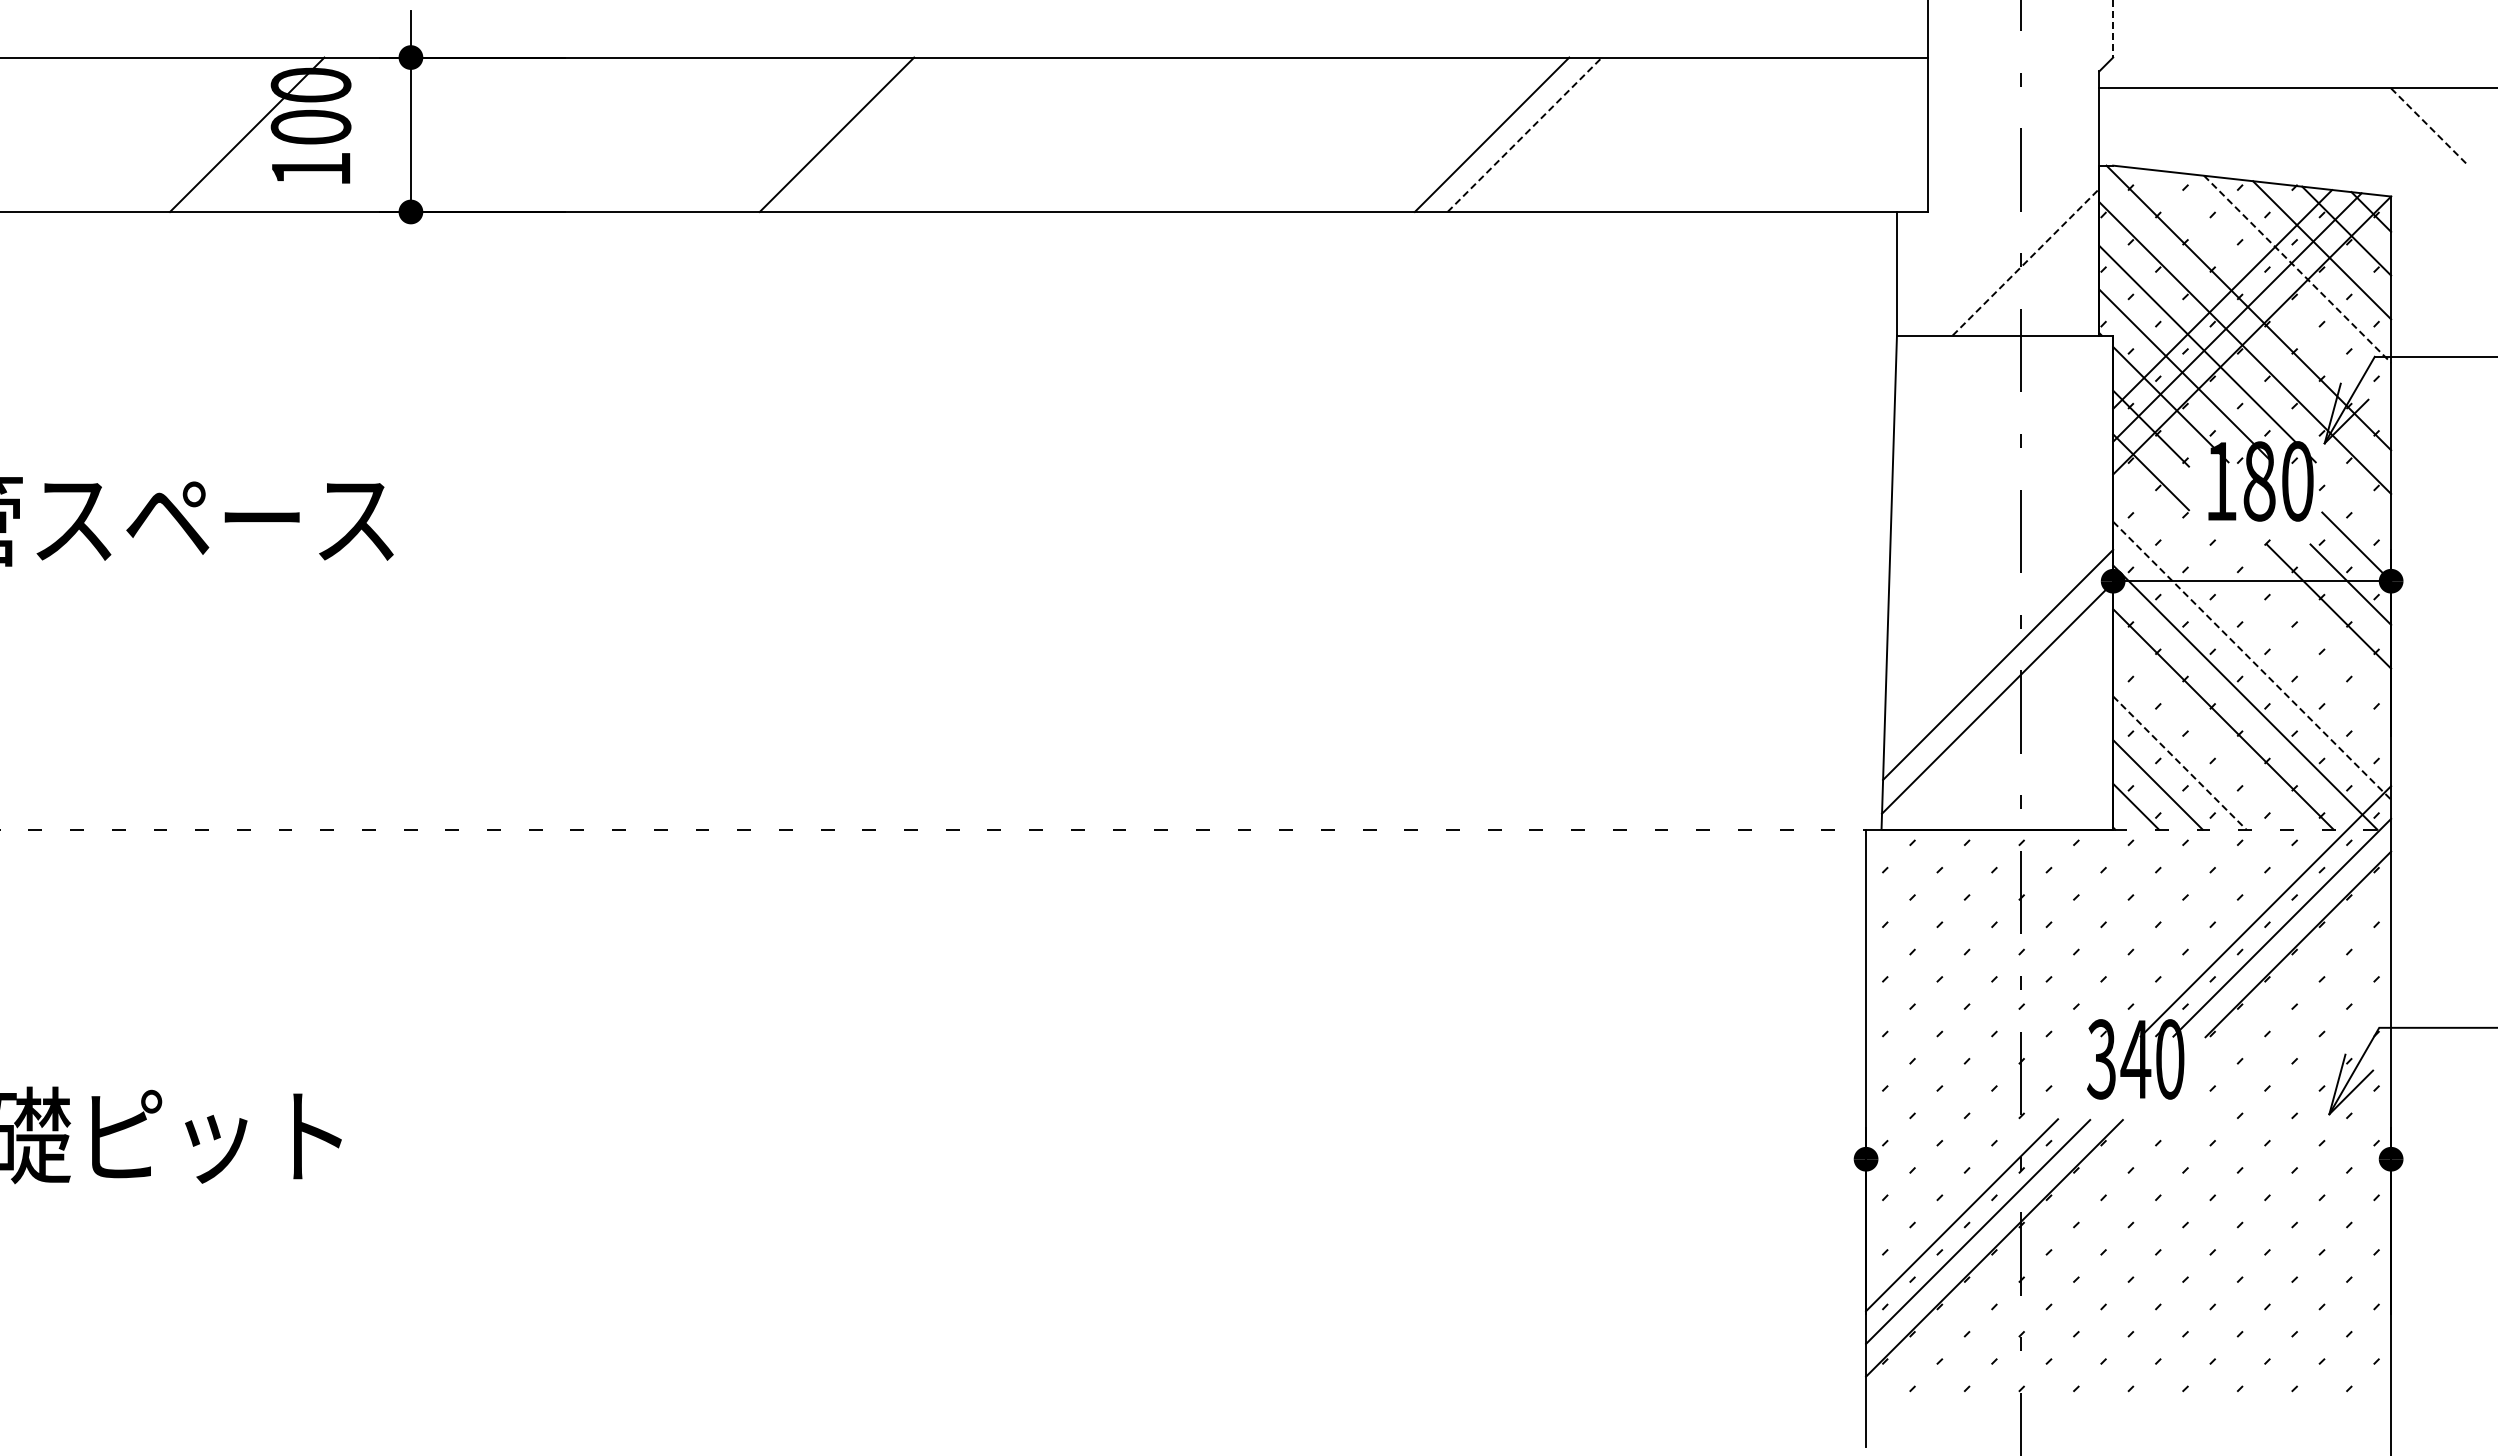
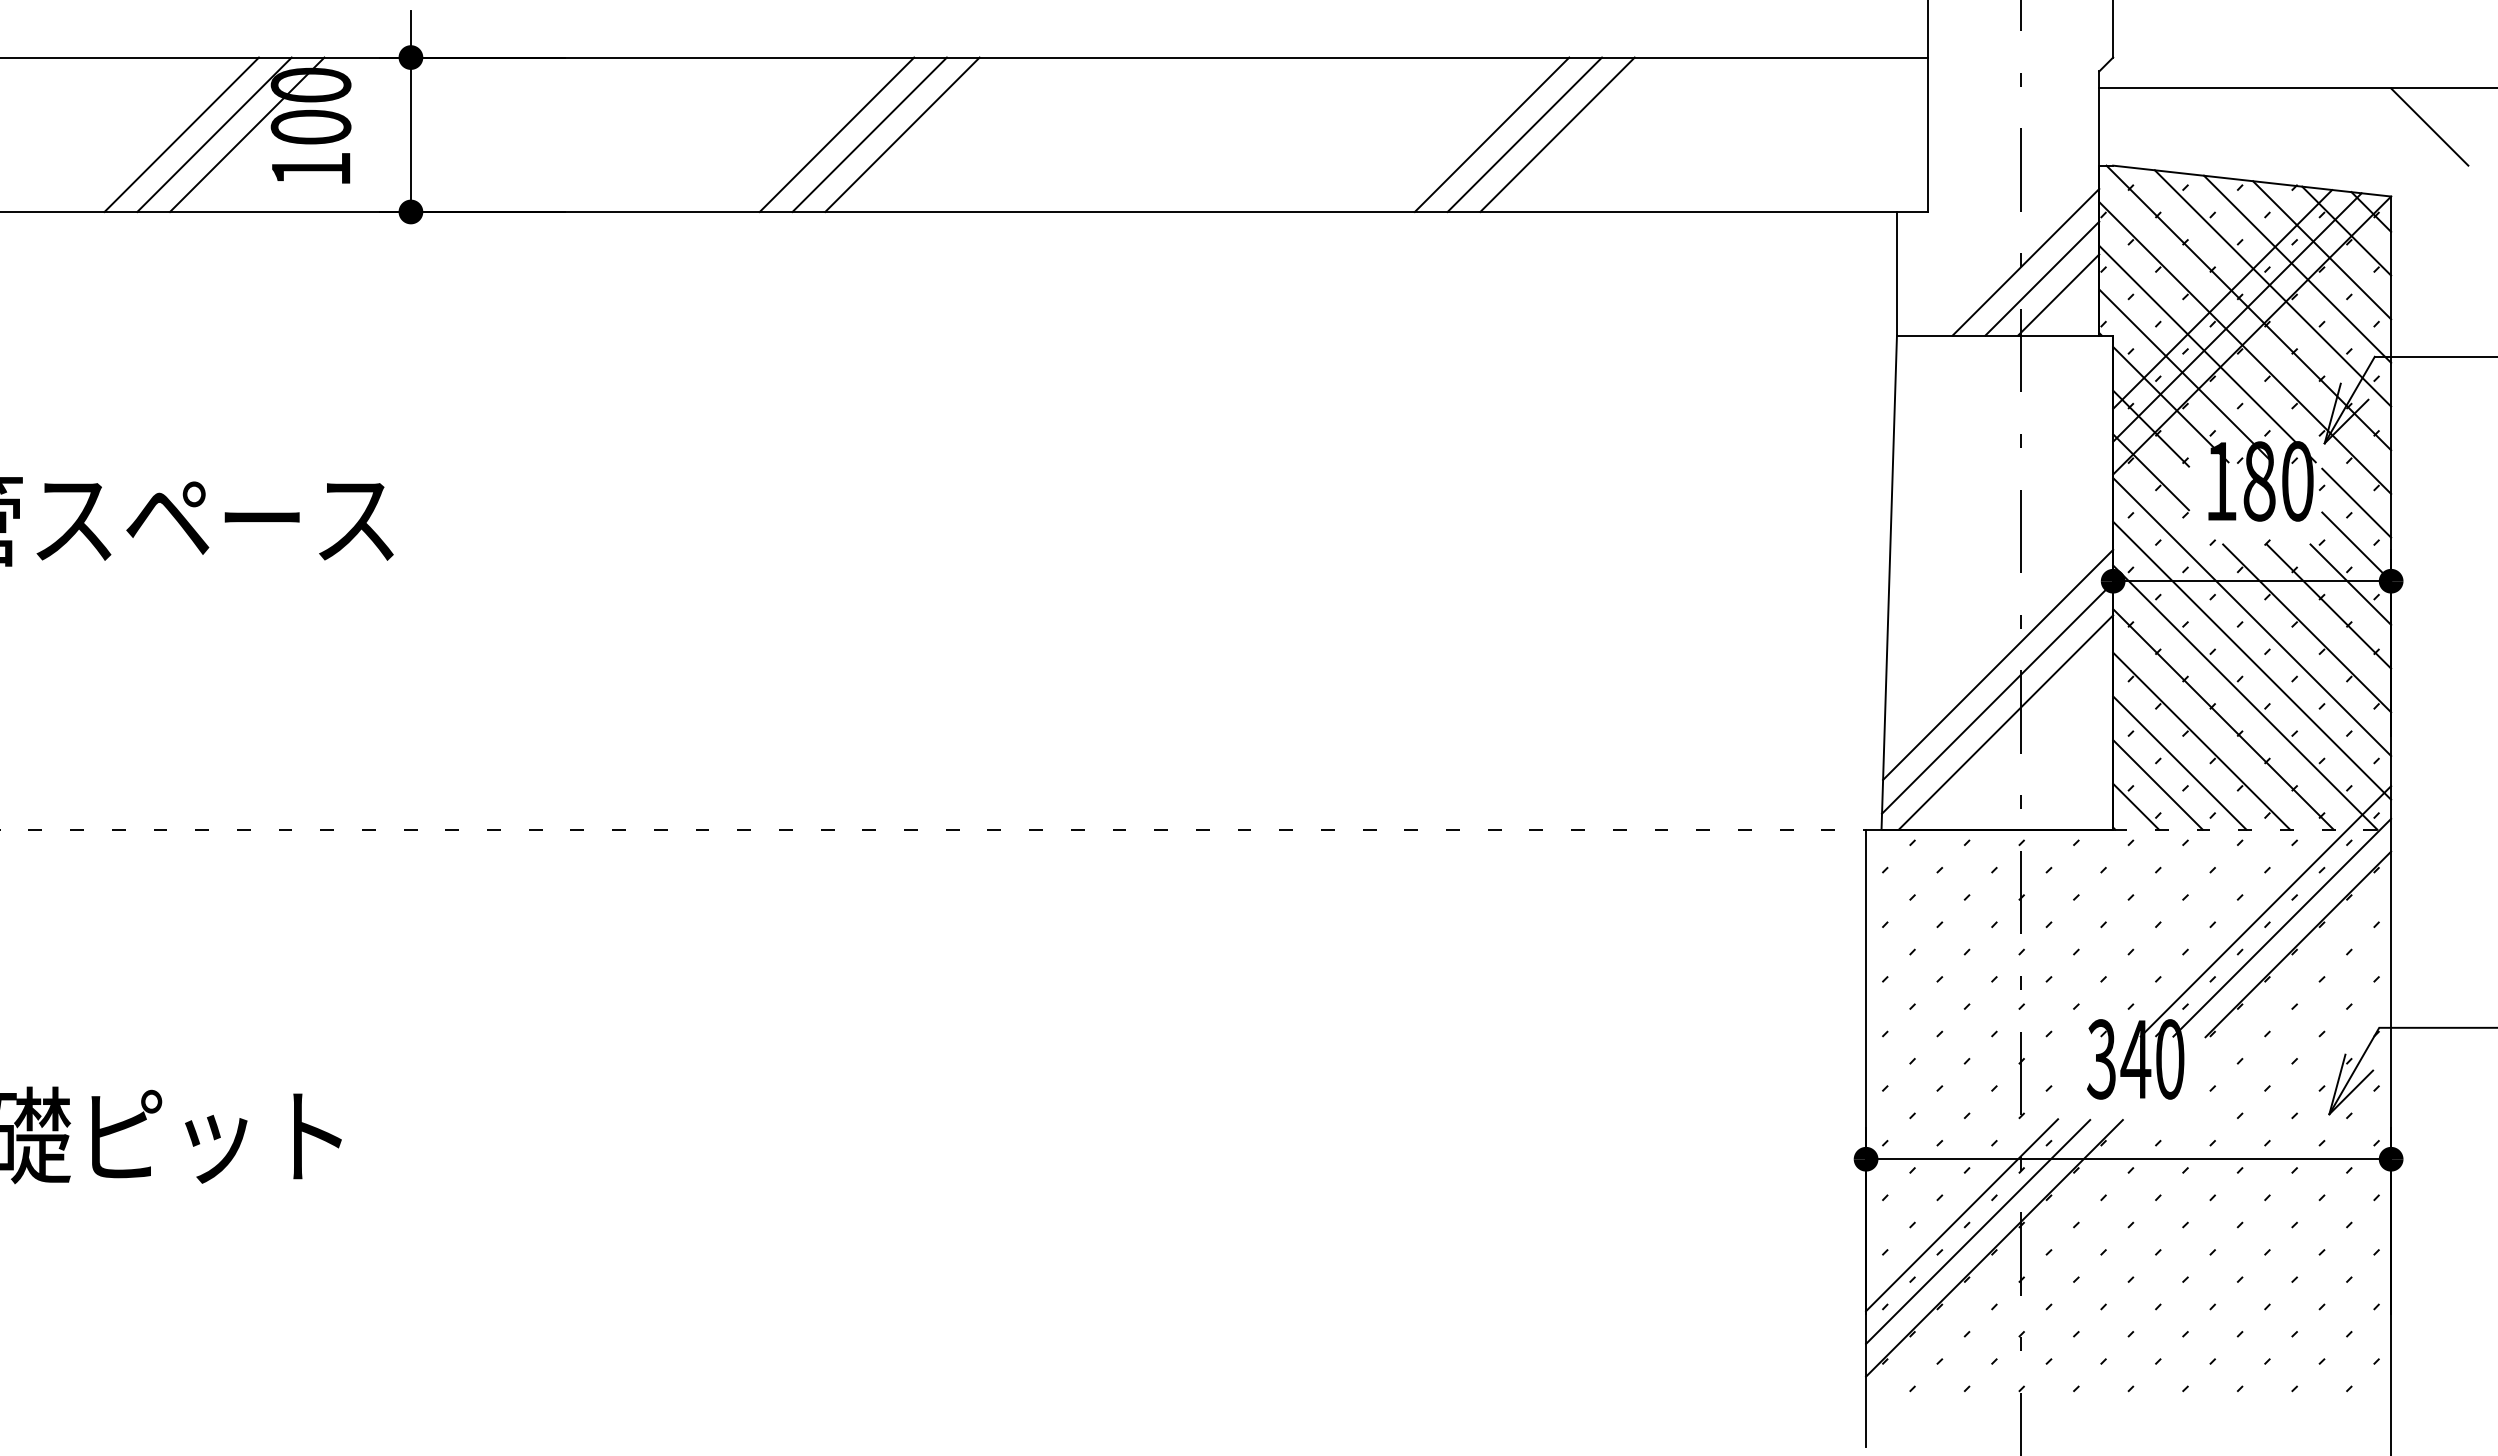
line at (2113, 29): dashed -> solid
line at (2429, 127): dashed -> solid
line at (181, 134): none -> present
line at (214, 134): none -> present
line at (869, 134): none -> present
line at (902, 134): none -> present
line at (1525, 134): dashed -> solid
line at (1557, 134): none -> present
line at (2026, 262): dashed -> solid
line at (2297, 269): dashed -> solid
line at (2042, 278): none -> present
line at (2272, 288): none -> present
line at (2058, 294): none -> present
line at (2356, 502): none -> present
line at (2252, 617): none -> present
line at (2307, 628): none -> present
line at (2252, 660): dashed -> solid
line at (2005, 722): none -> present
line at (2201, 740): none -> present
line at (2180, 763): dashed -> solid
line at (2128, 1159): none -> present
